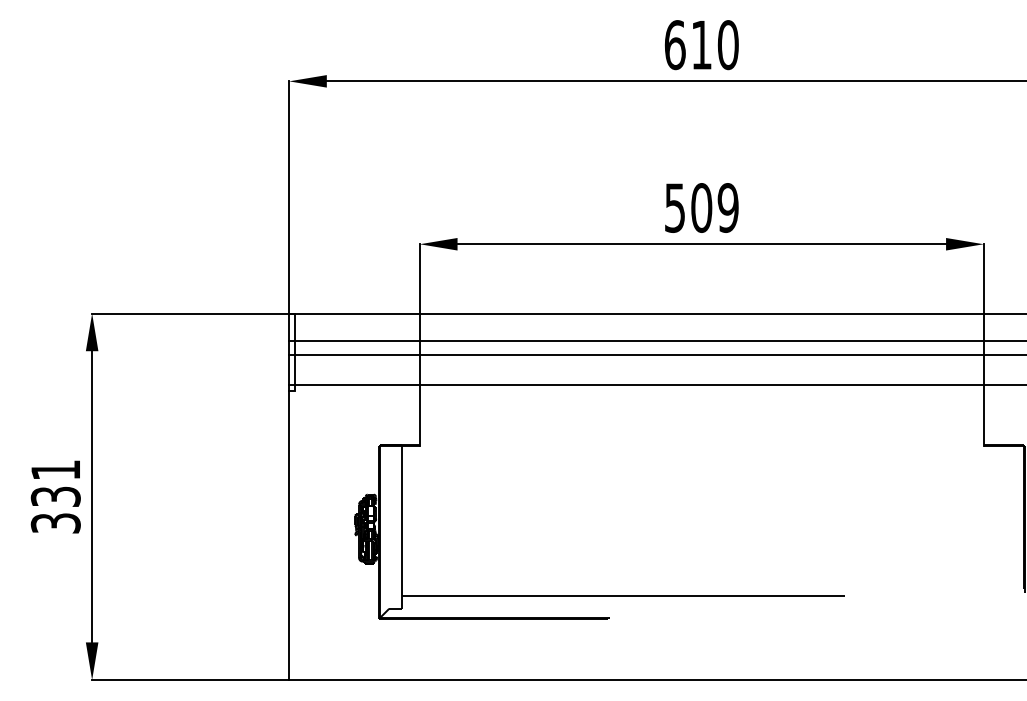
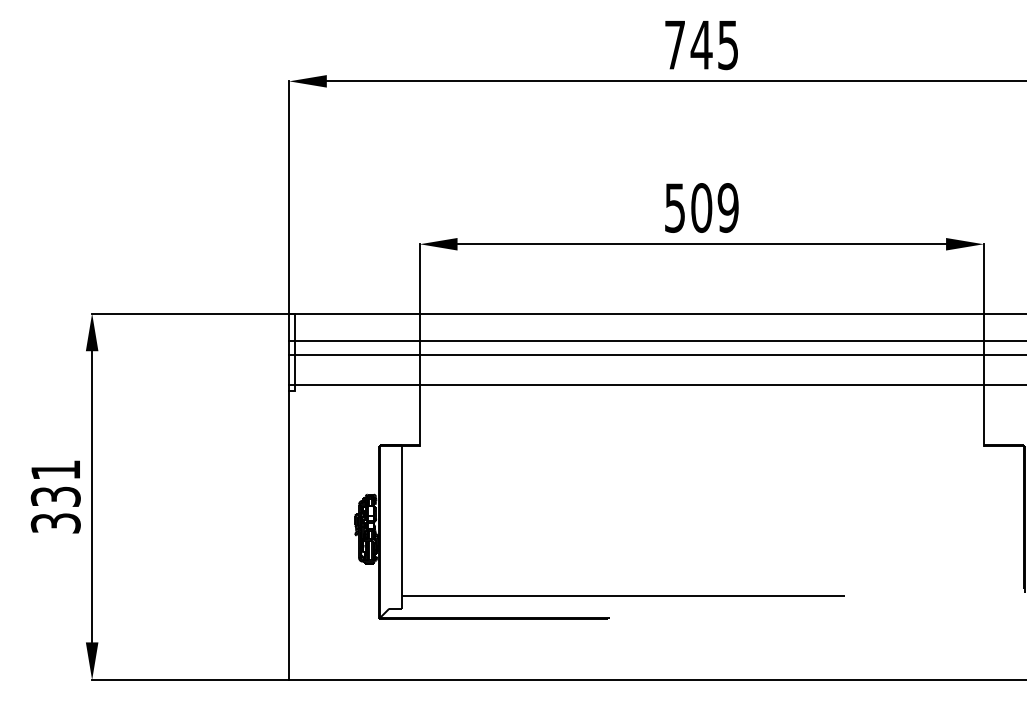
text at (701, 45): 610 -> 745
